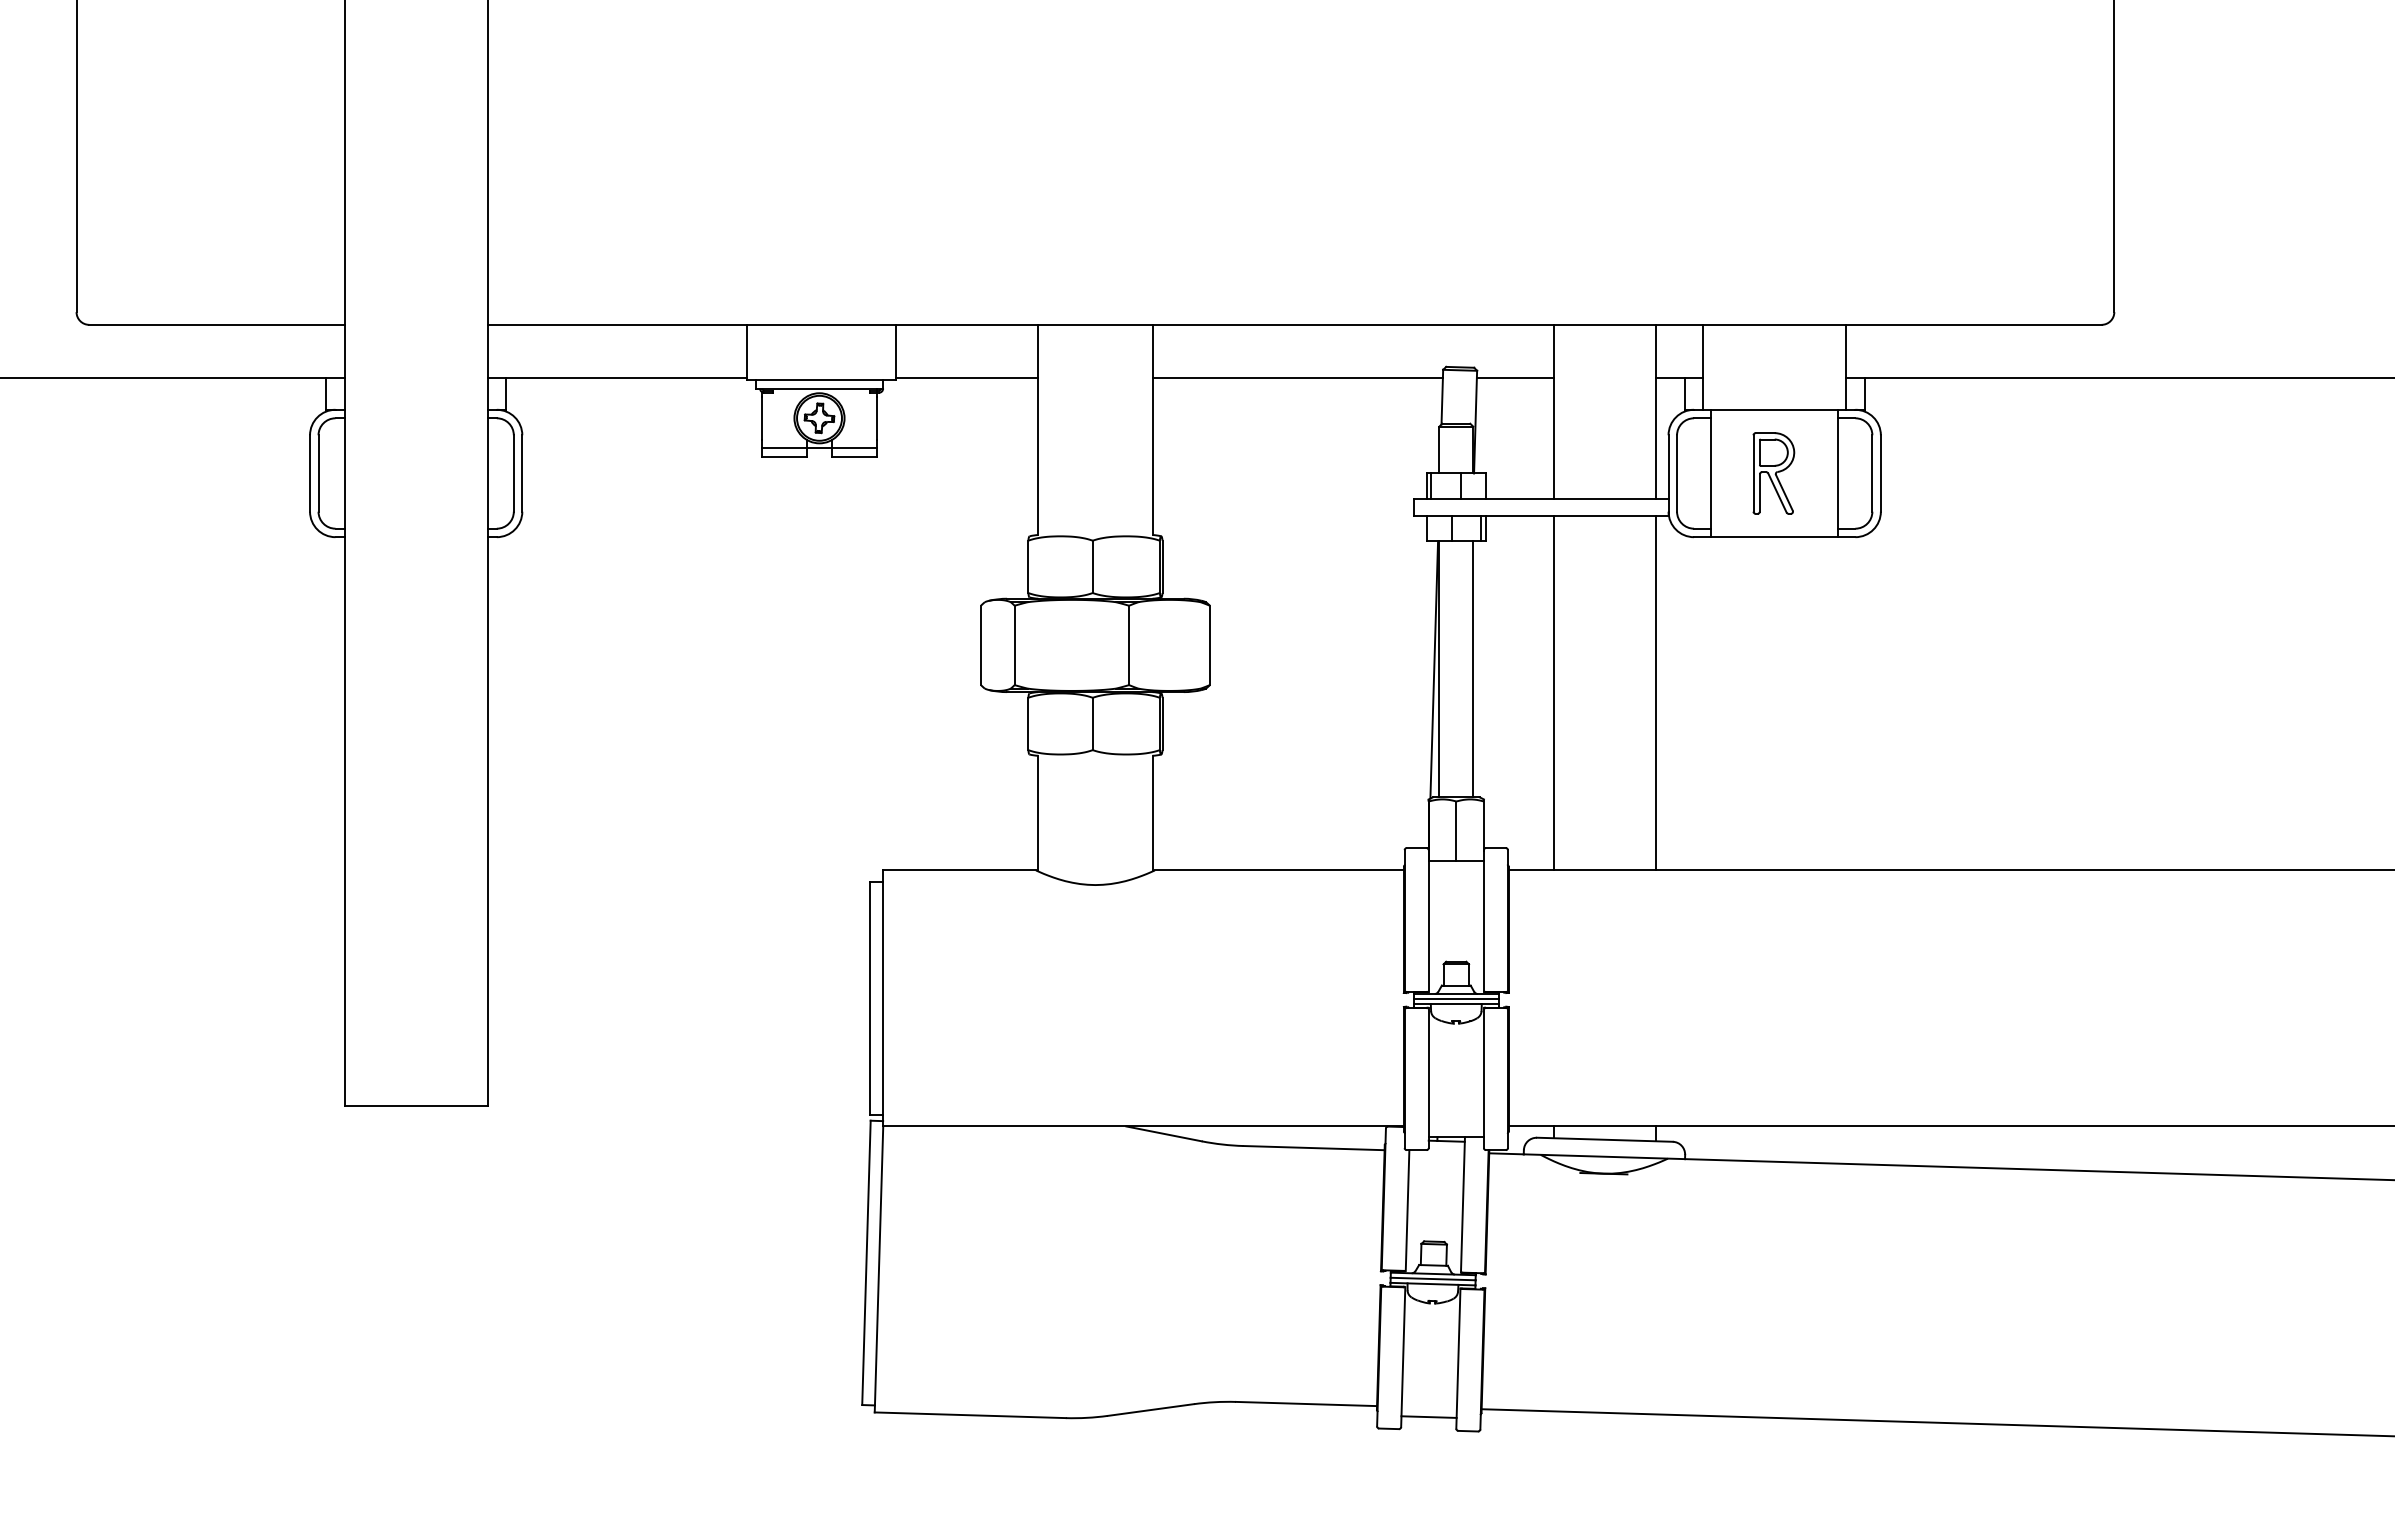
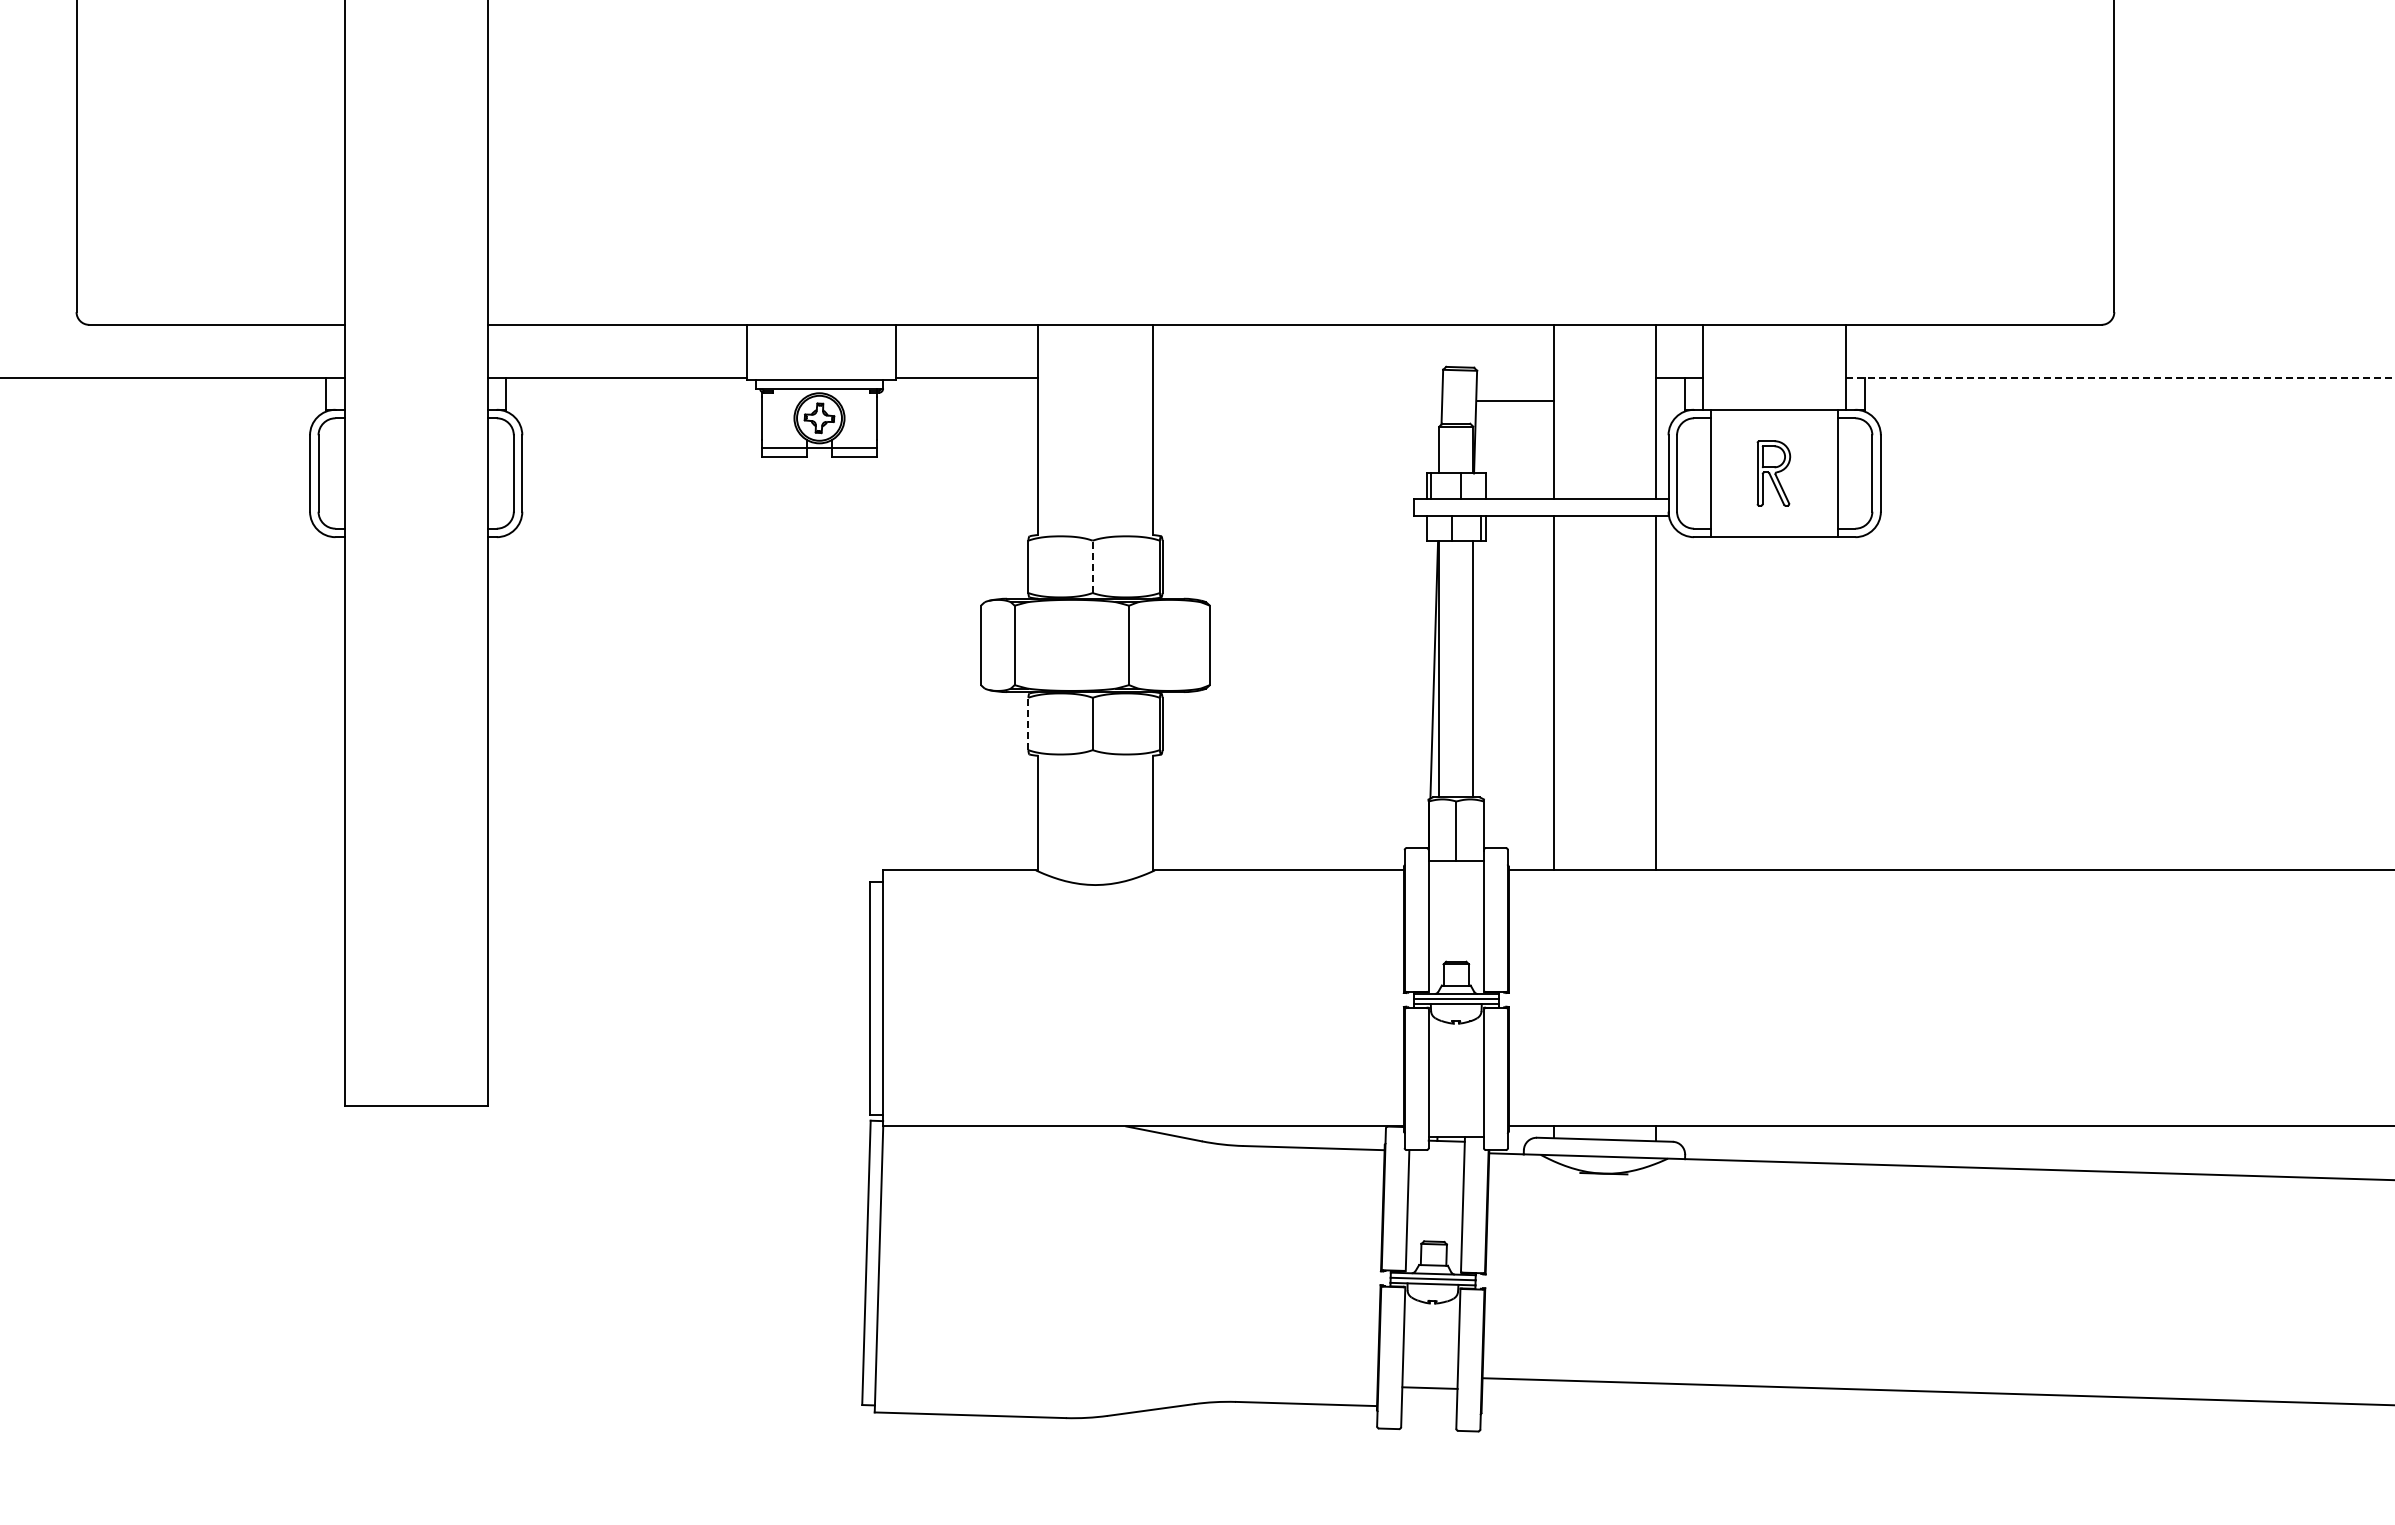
line at (1297, 377): present -> none
line at (1514, 377) position: (1514, 377) -> (1514, 400)
line at (2120, 377): solid -> dashed
part at (1773, 473) size: 44x83 px -> 36x67 px
line at (1092, 566): solid -> dashed
line at (1028, 723): solid -> dashed
line at (1428, 1416) position: (1428, 1416) -> (1429, 1387)
line at (1936, 1422) position: (1936, 1422) -> (1936, 1391)
